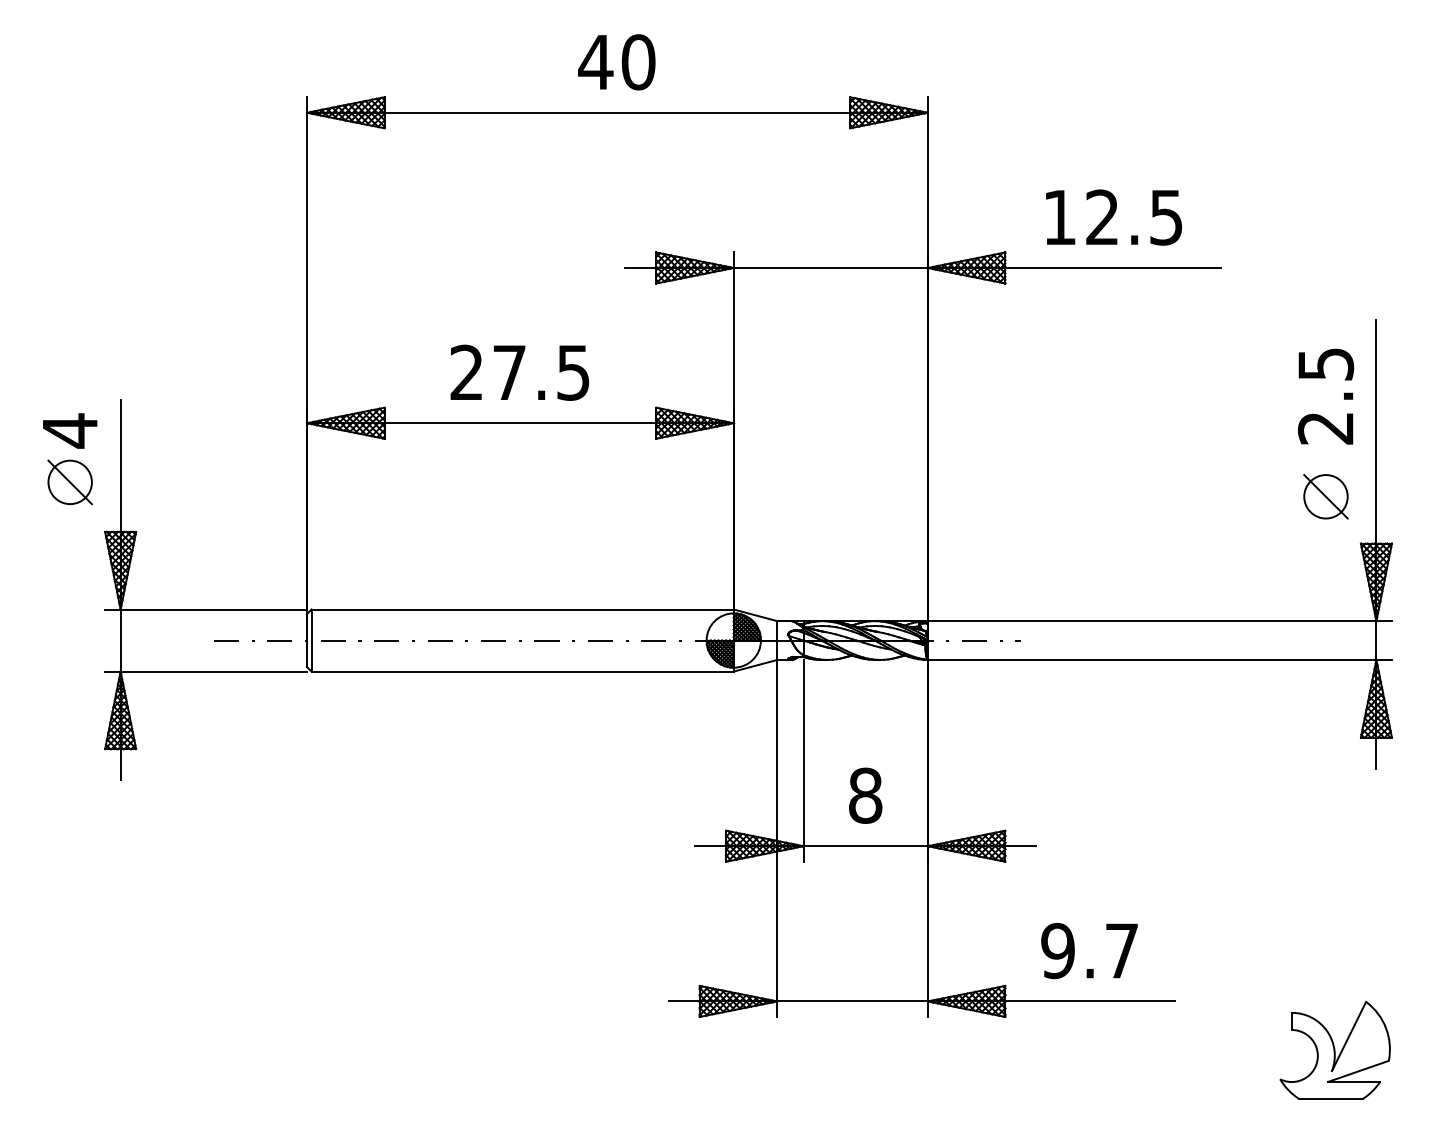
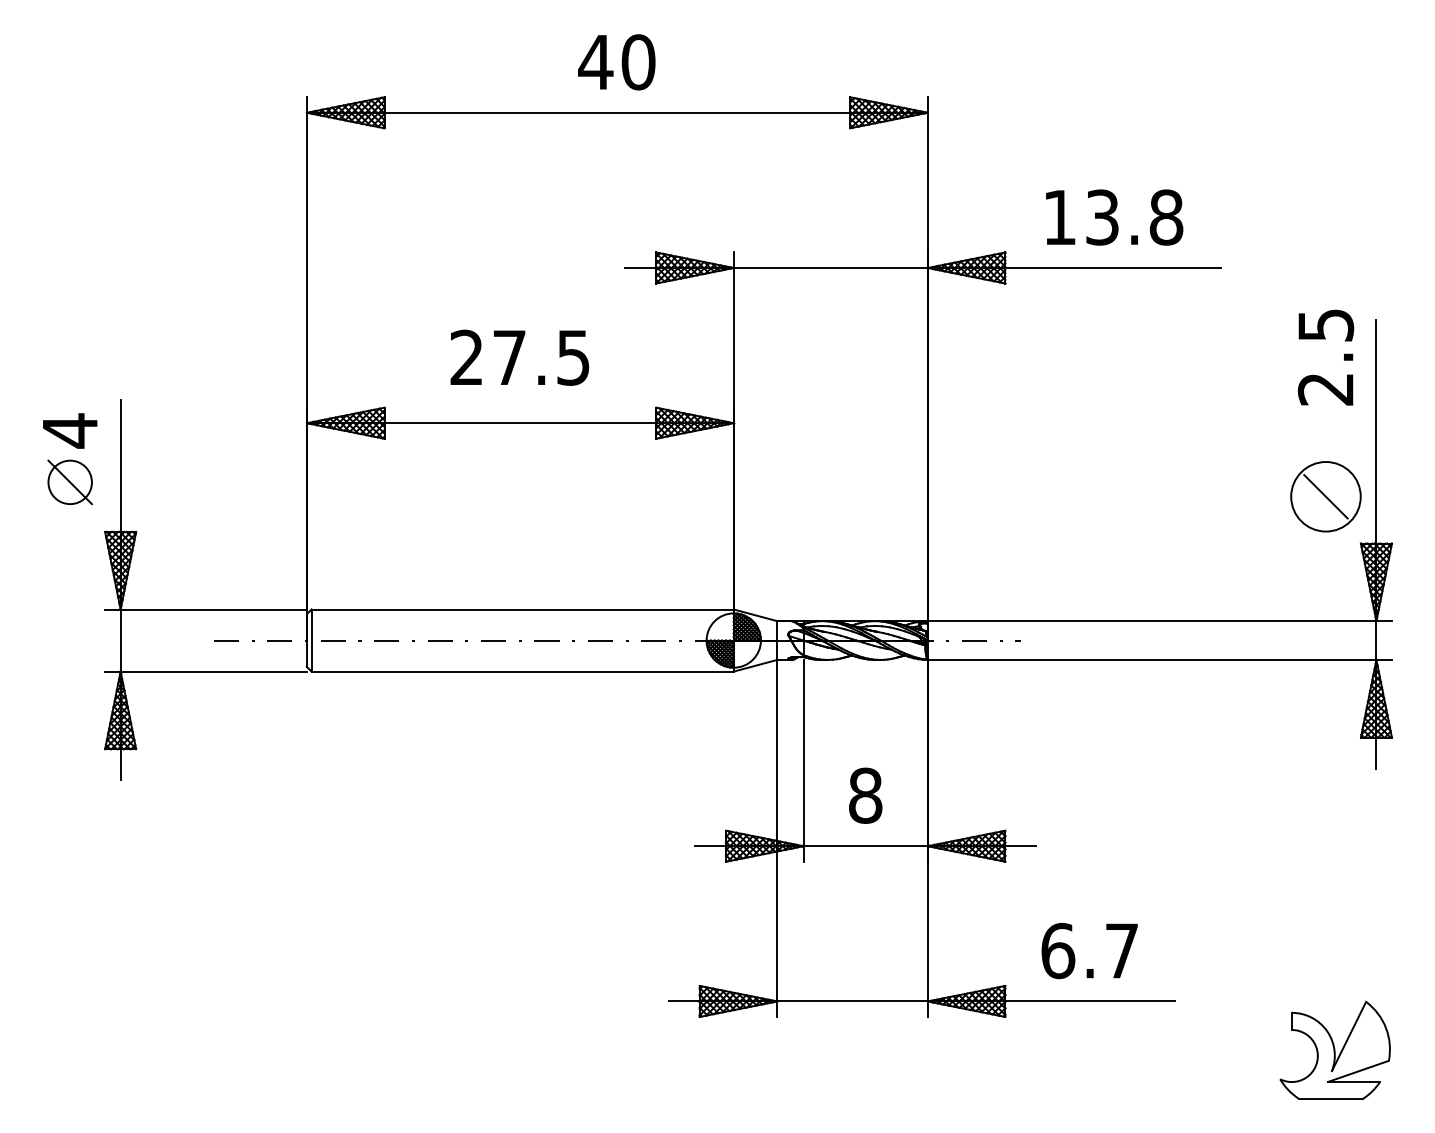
text at (1134, 217): 12.5 -> 13.8
text at (519, 372) position: (519, 372) -> (519, 357)
text at (1325, 396) position: (1325, 396) -> (1325, 357)
circle at (1325, 496) diameter: 43 px -> 70 px
text at (1058, 950): 9.7 -> 6.7
